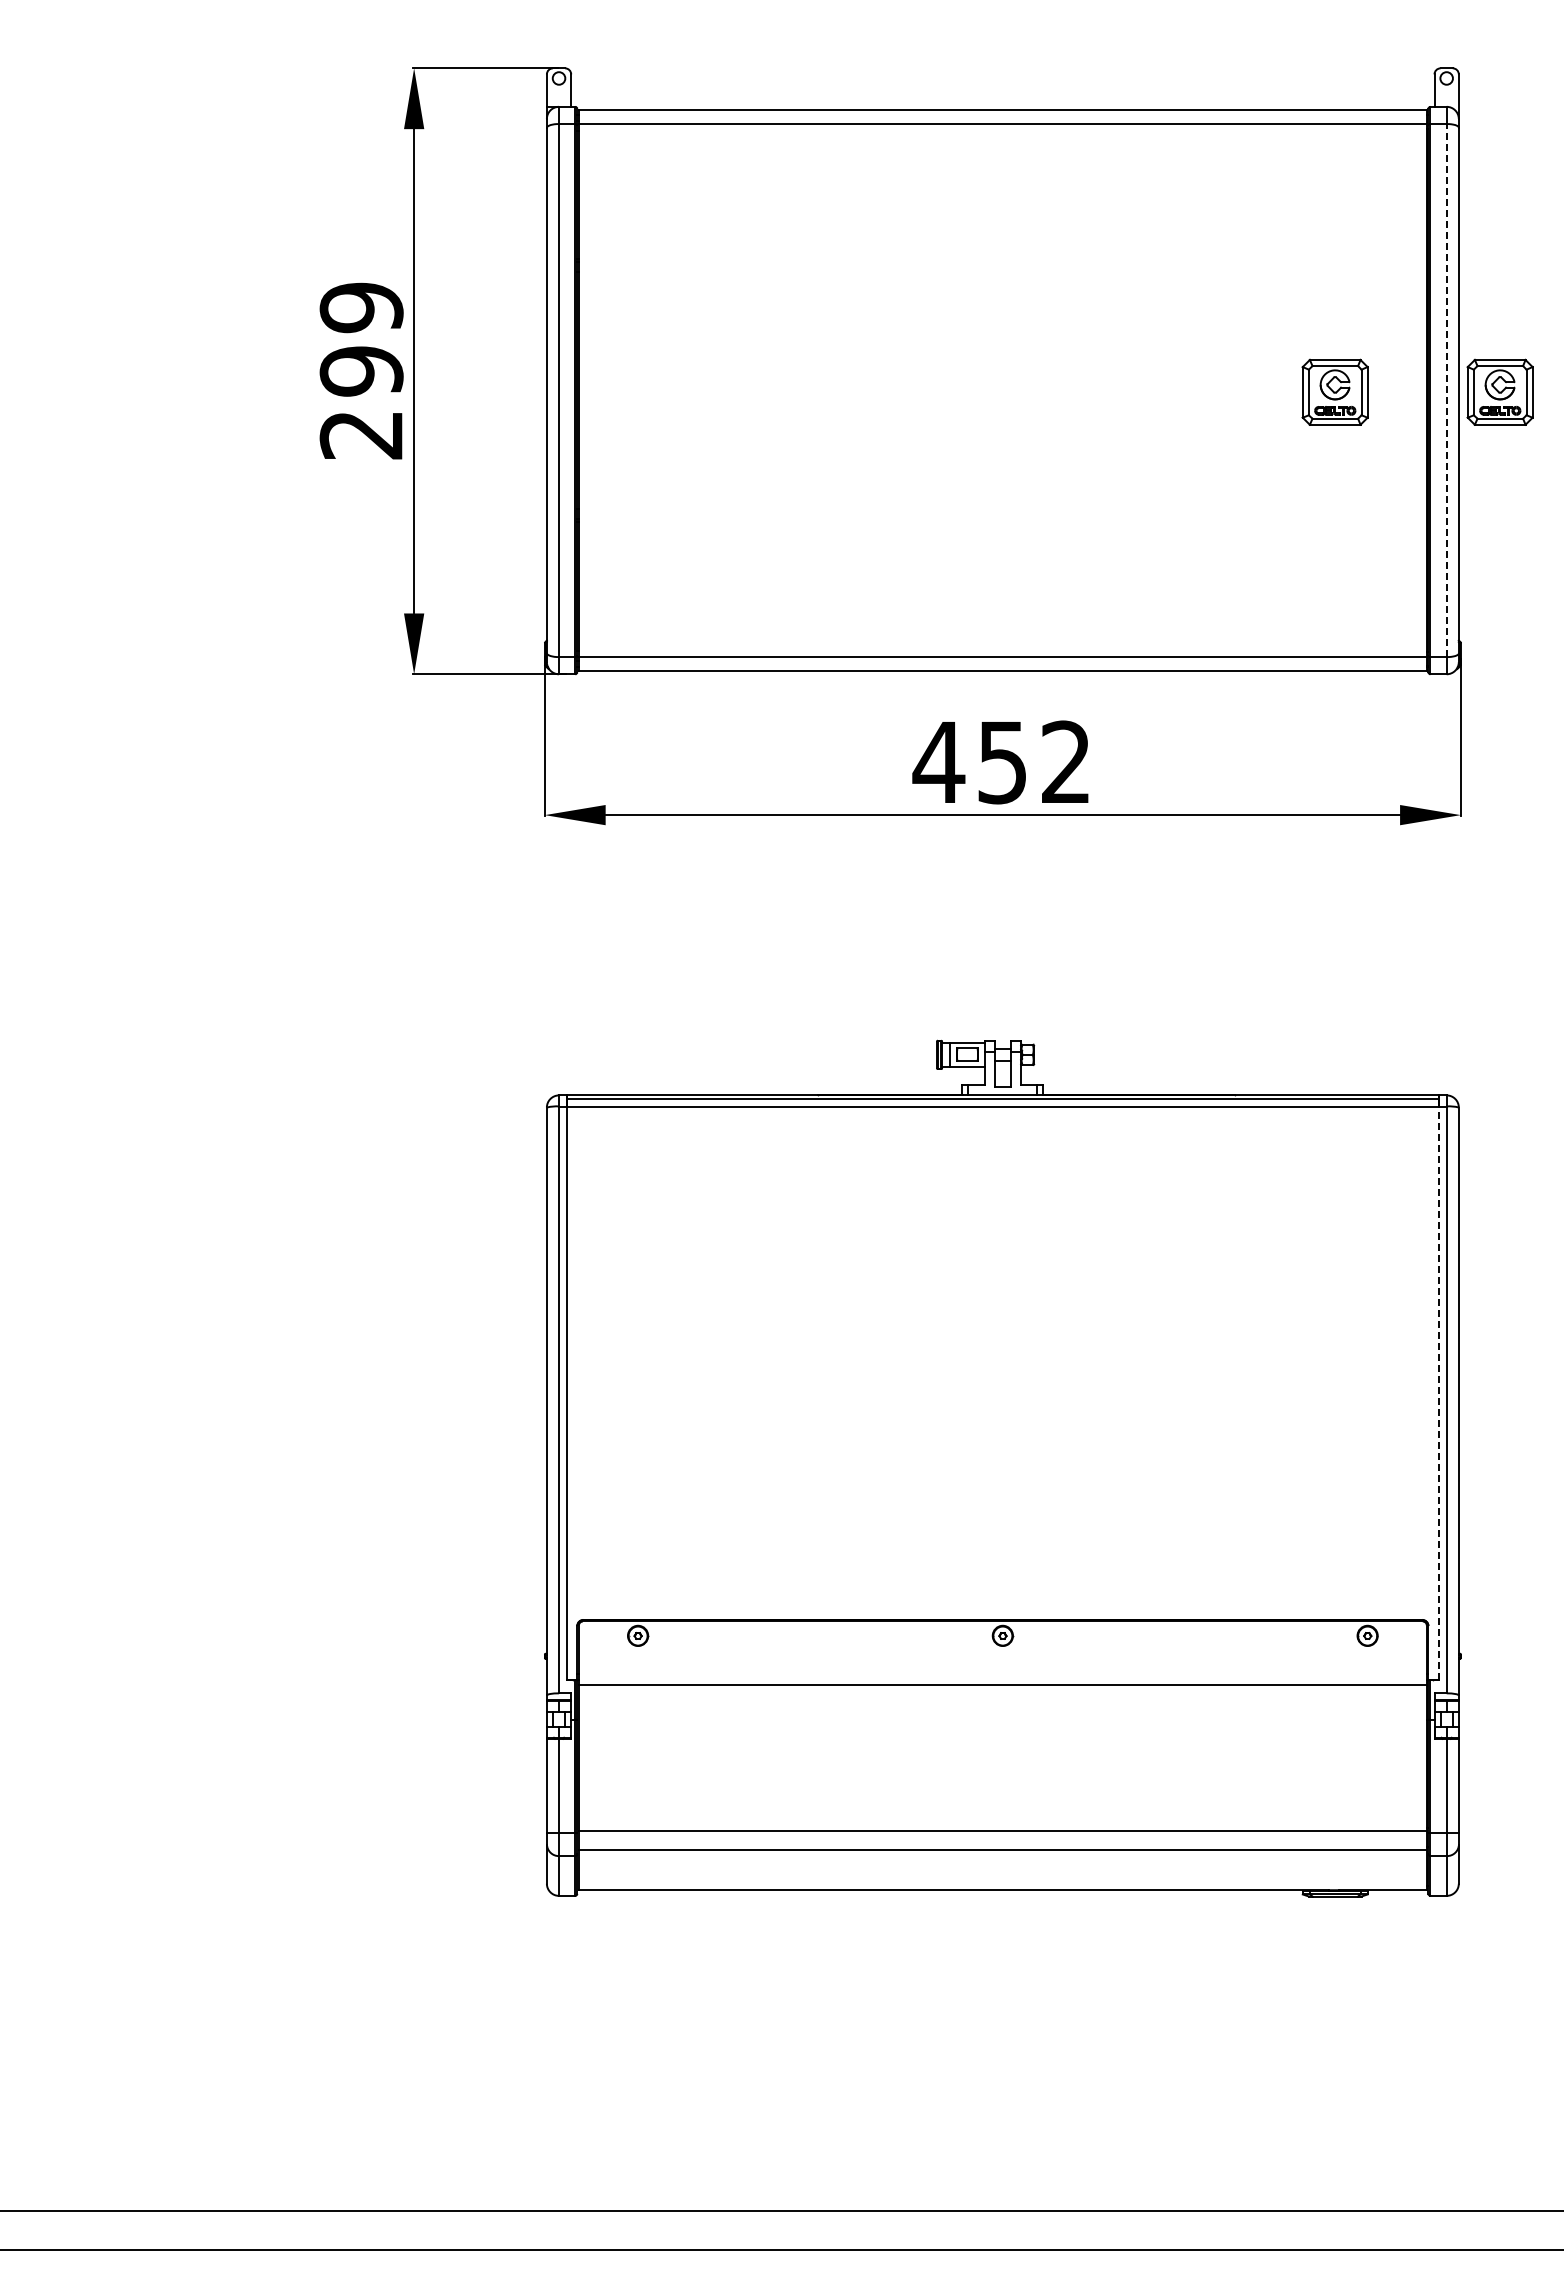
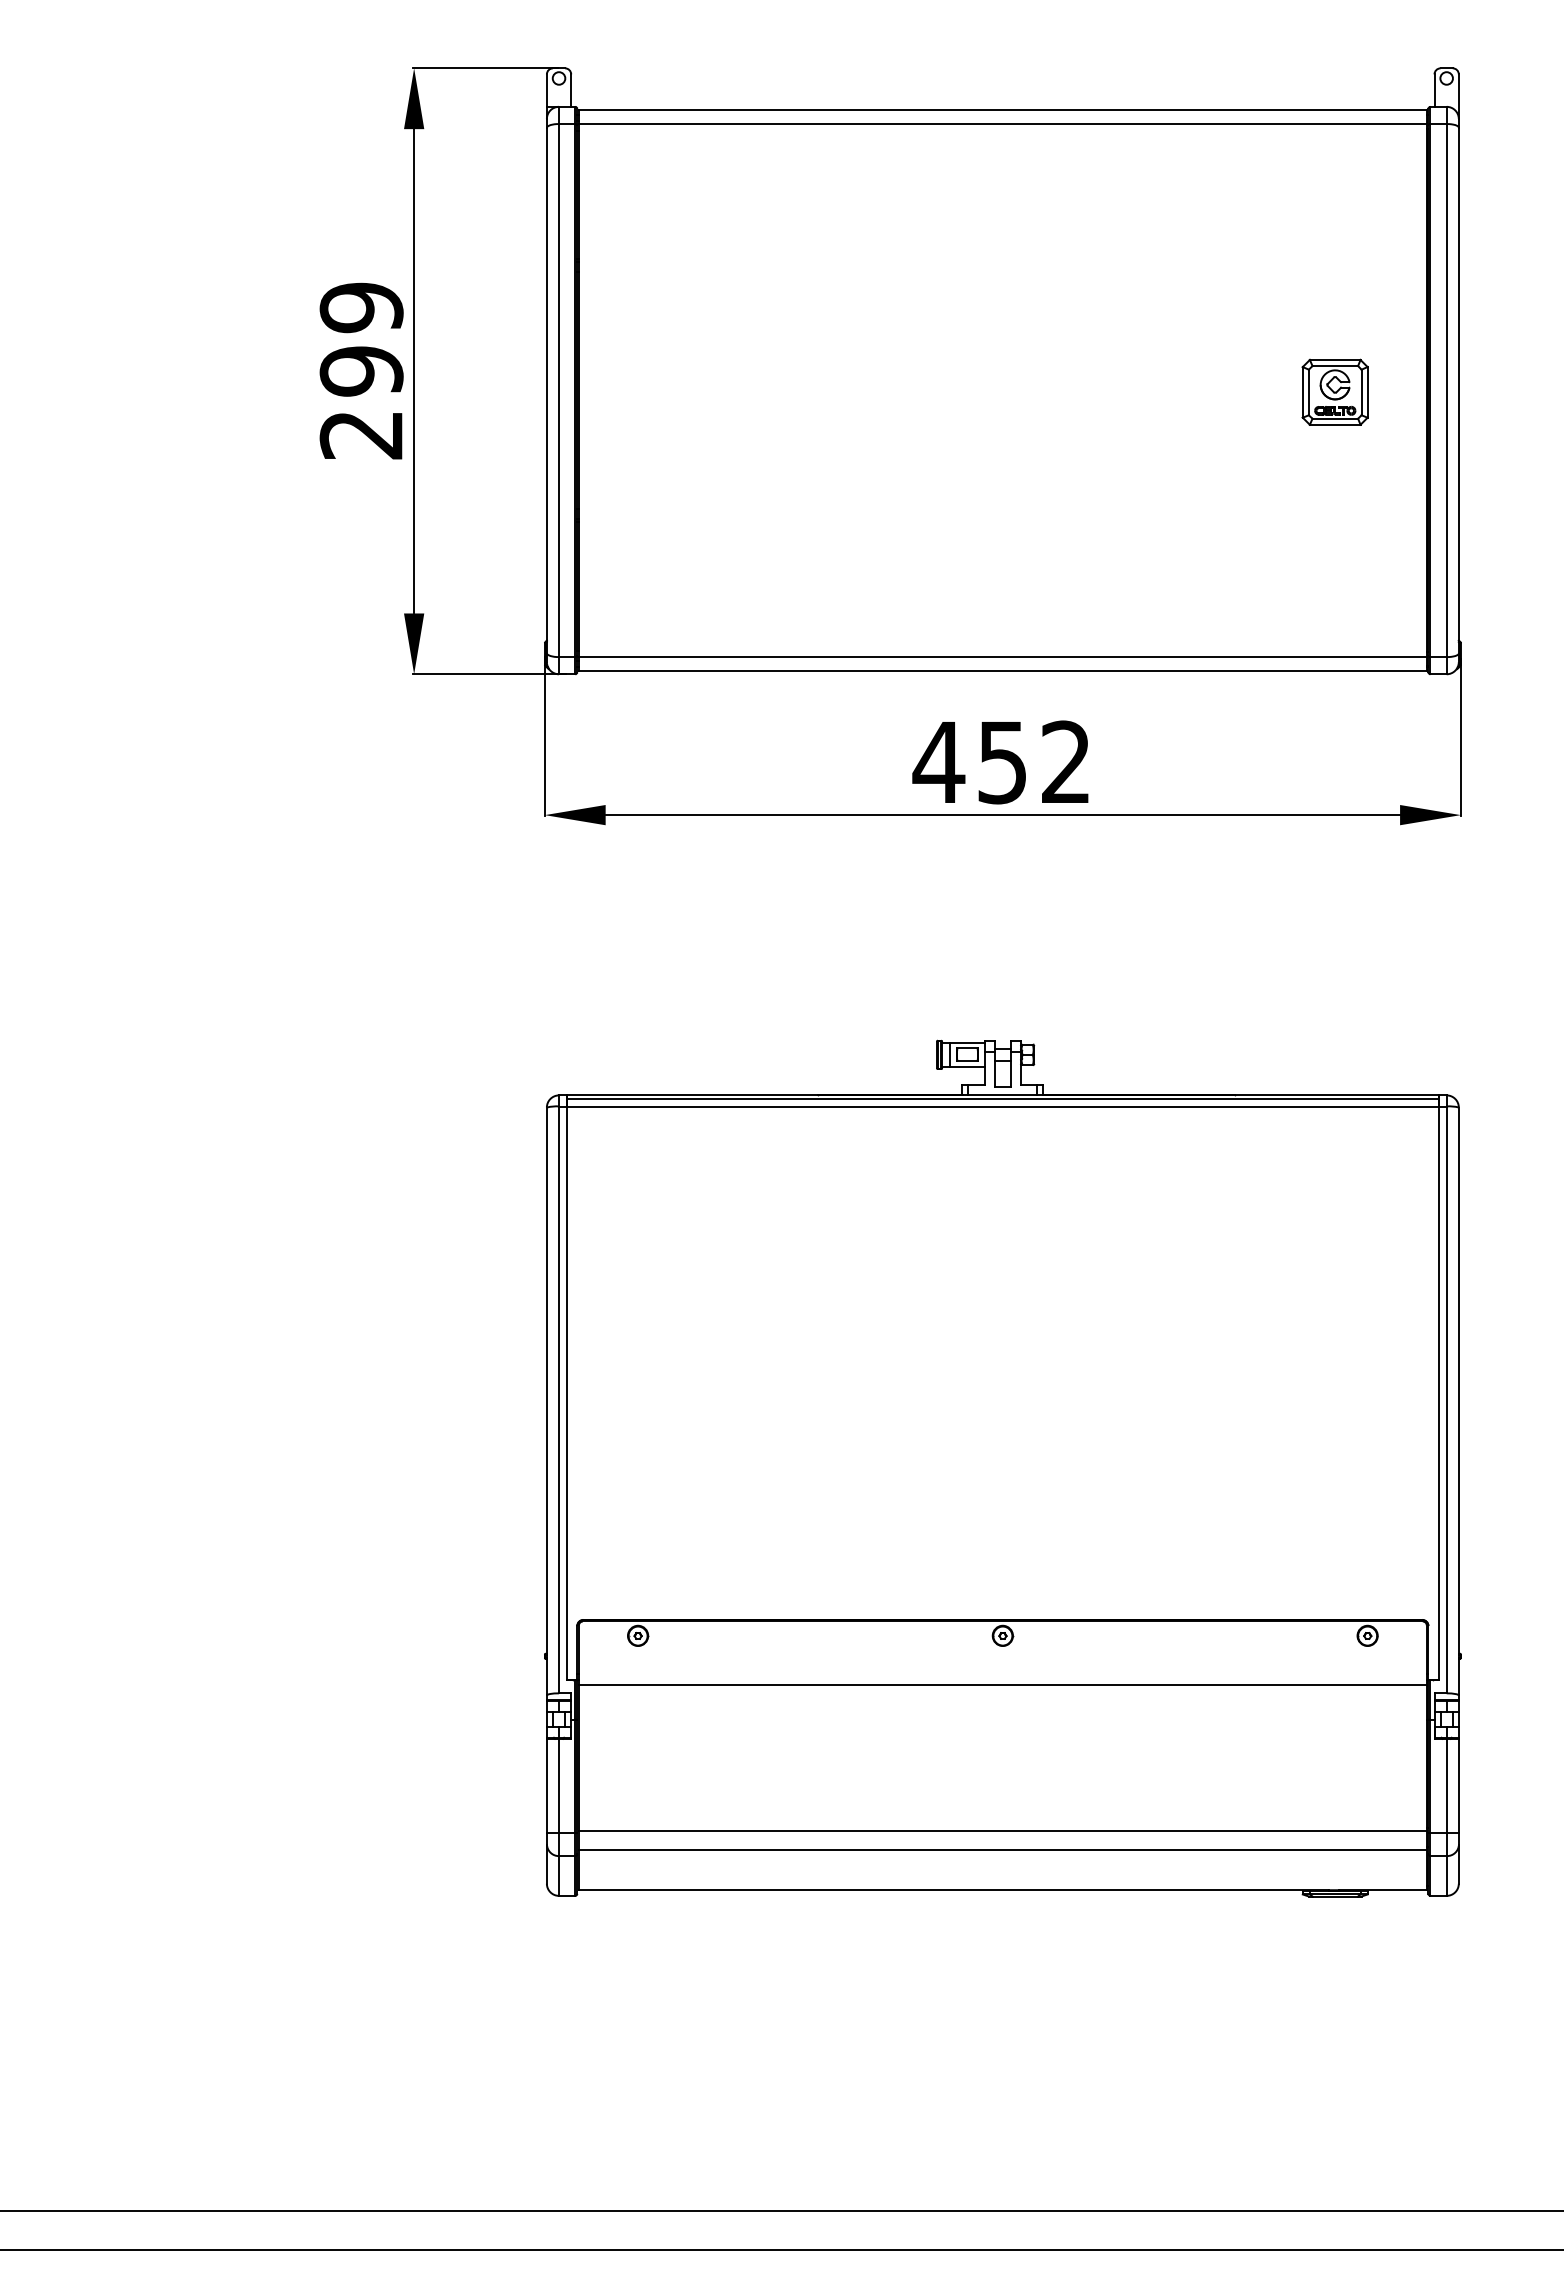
line at (1446, 390): dashed -> solid
part at (1499, 391): present -> none
line at (1438, 1393): dashed -> solid
